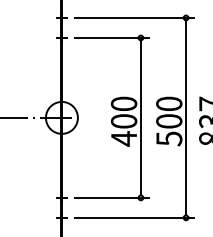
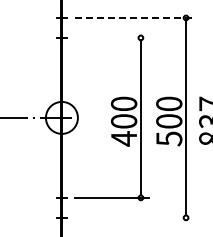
line at (134, 17): solid -> dashed
line at (111, 37): present -> none
line at (134, 217): present -> none
